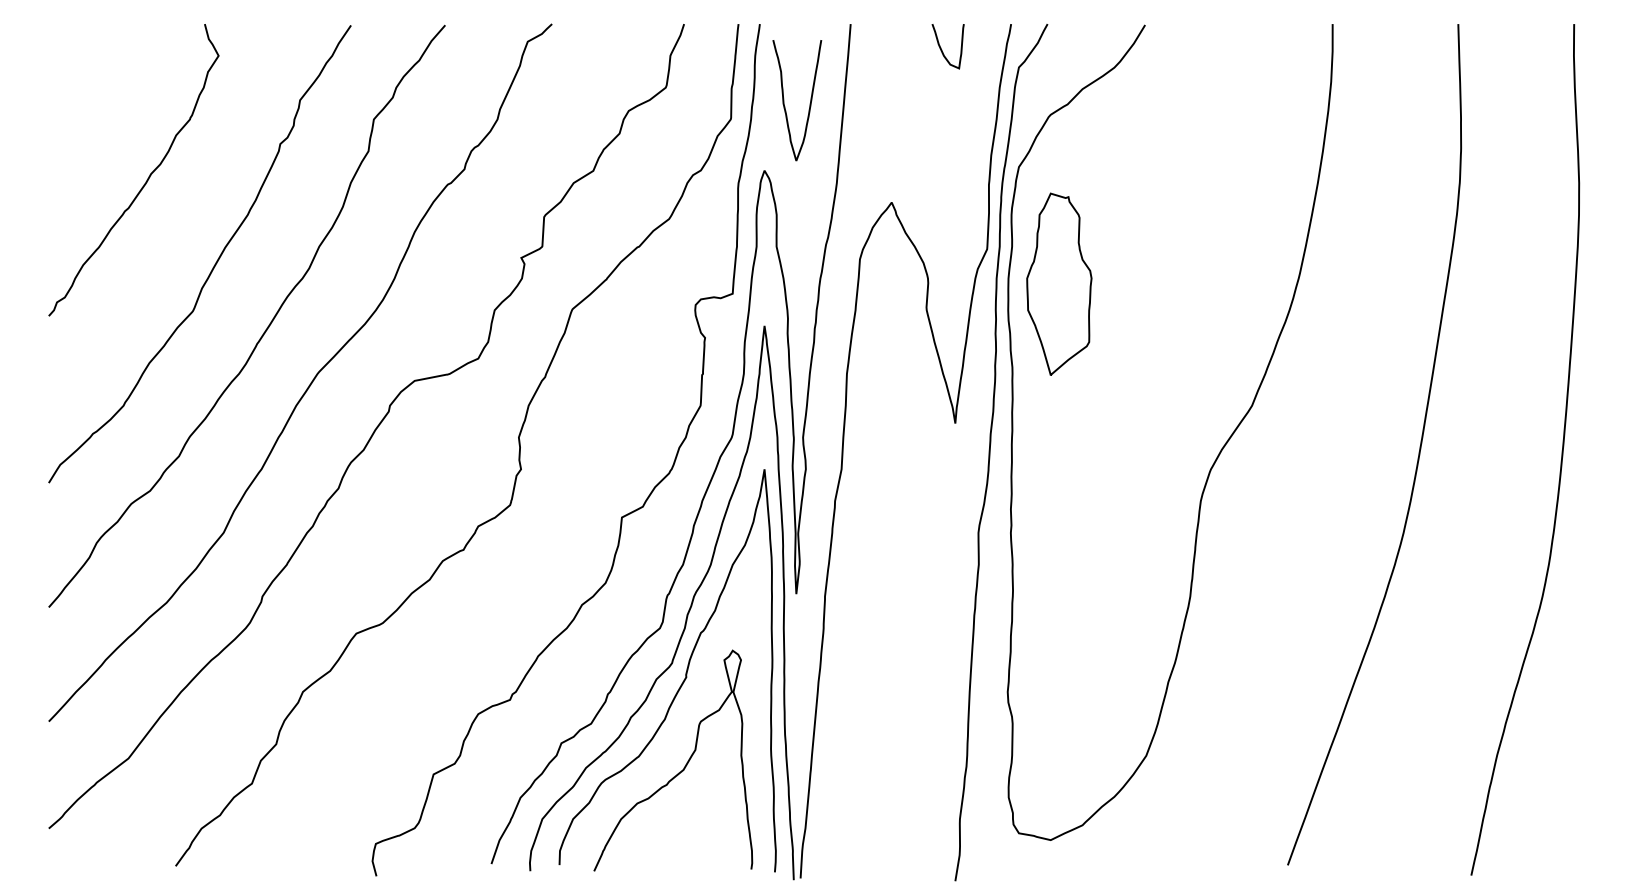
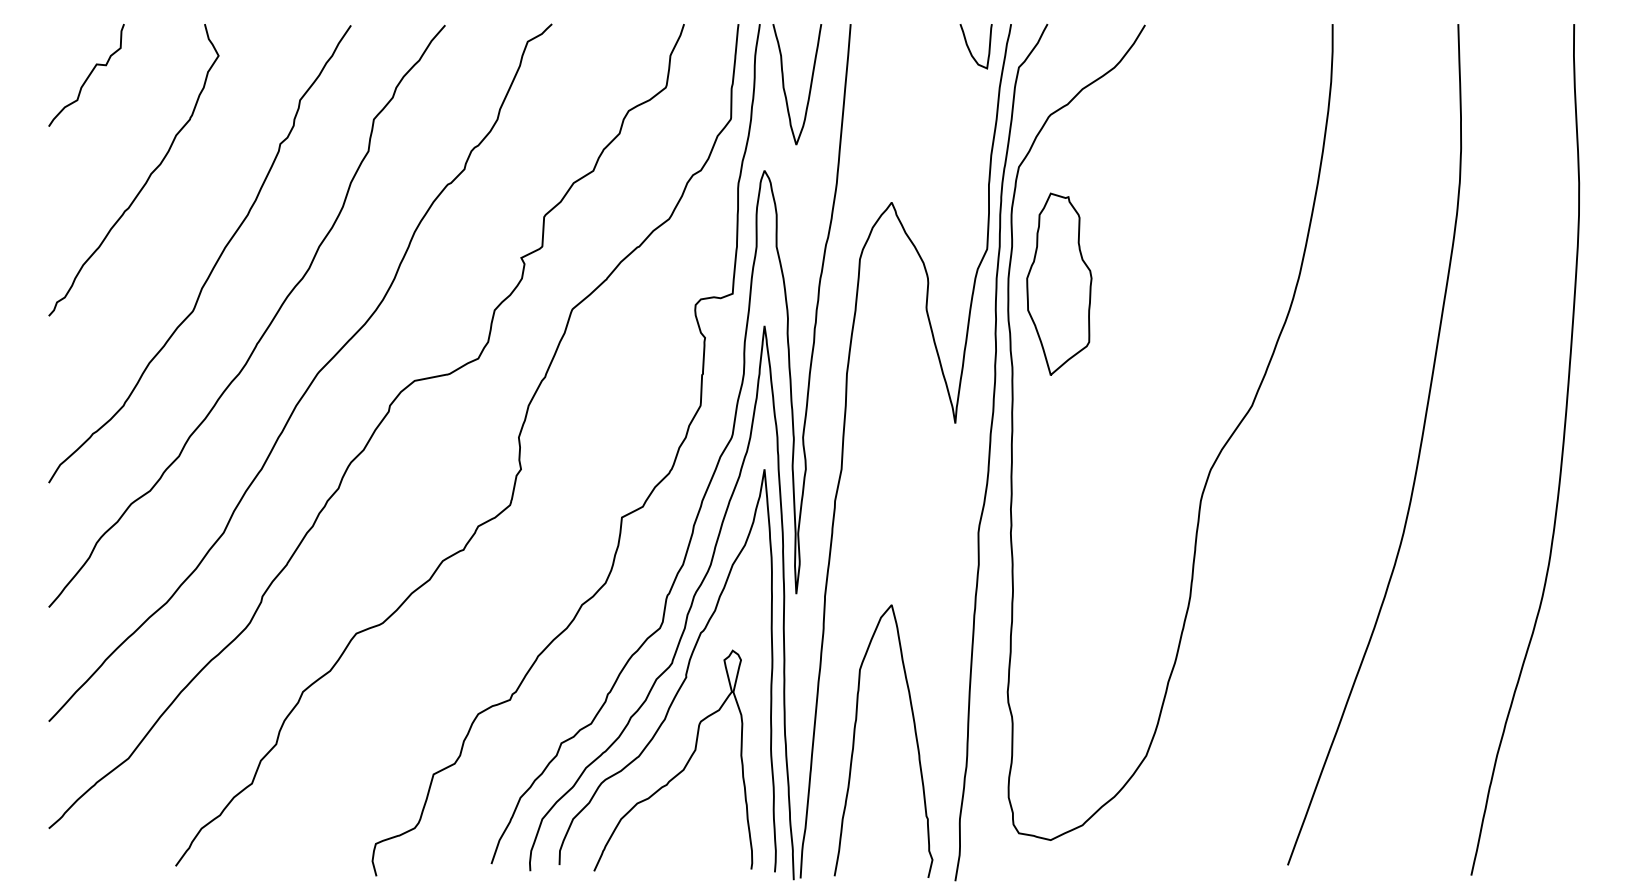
curve at (942, 49) position: (942, 49) -> (970, 49)
curve at (87, 76): none -> present
curve at (809, 103) position: (809, 103) -> (809, 87)
curve at (855, 734): none -> present
